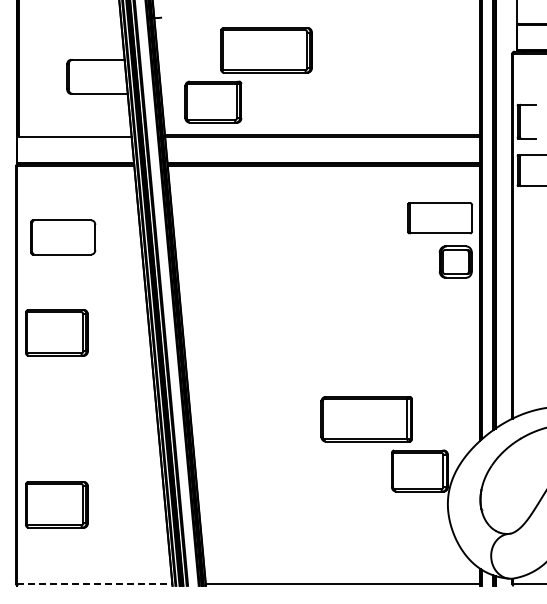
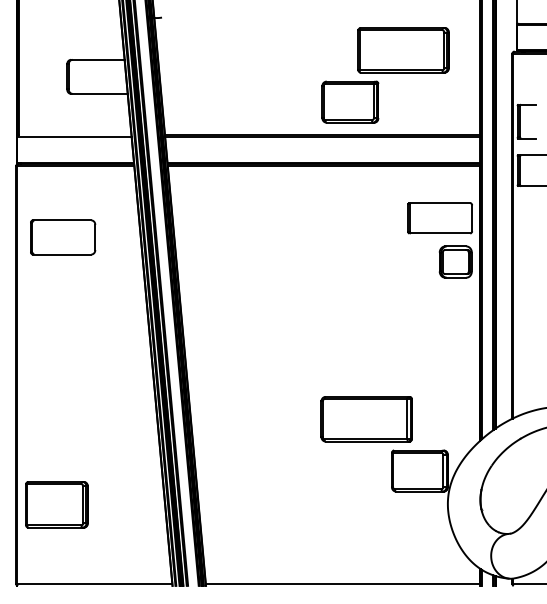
part at (248, 75) position: (248, 75) -> (385, 75)
part at (56, 332): present -> none
line at (94, 583): dashed -> solid
